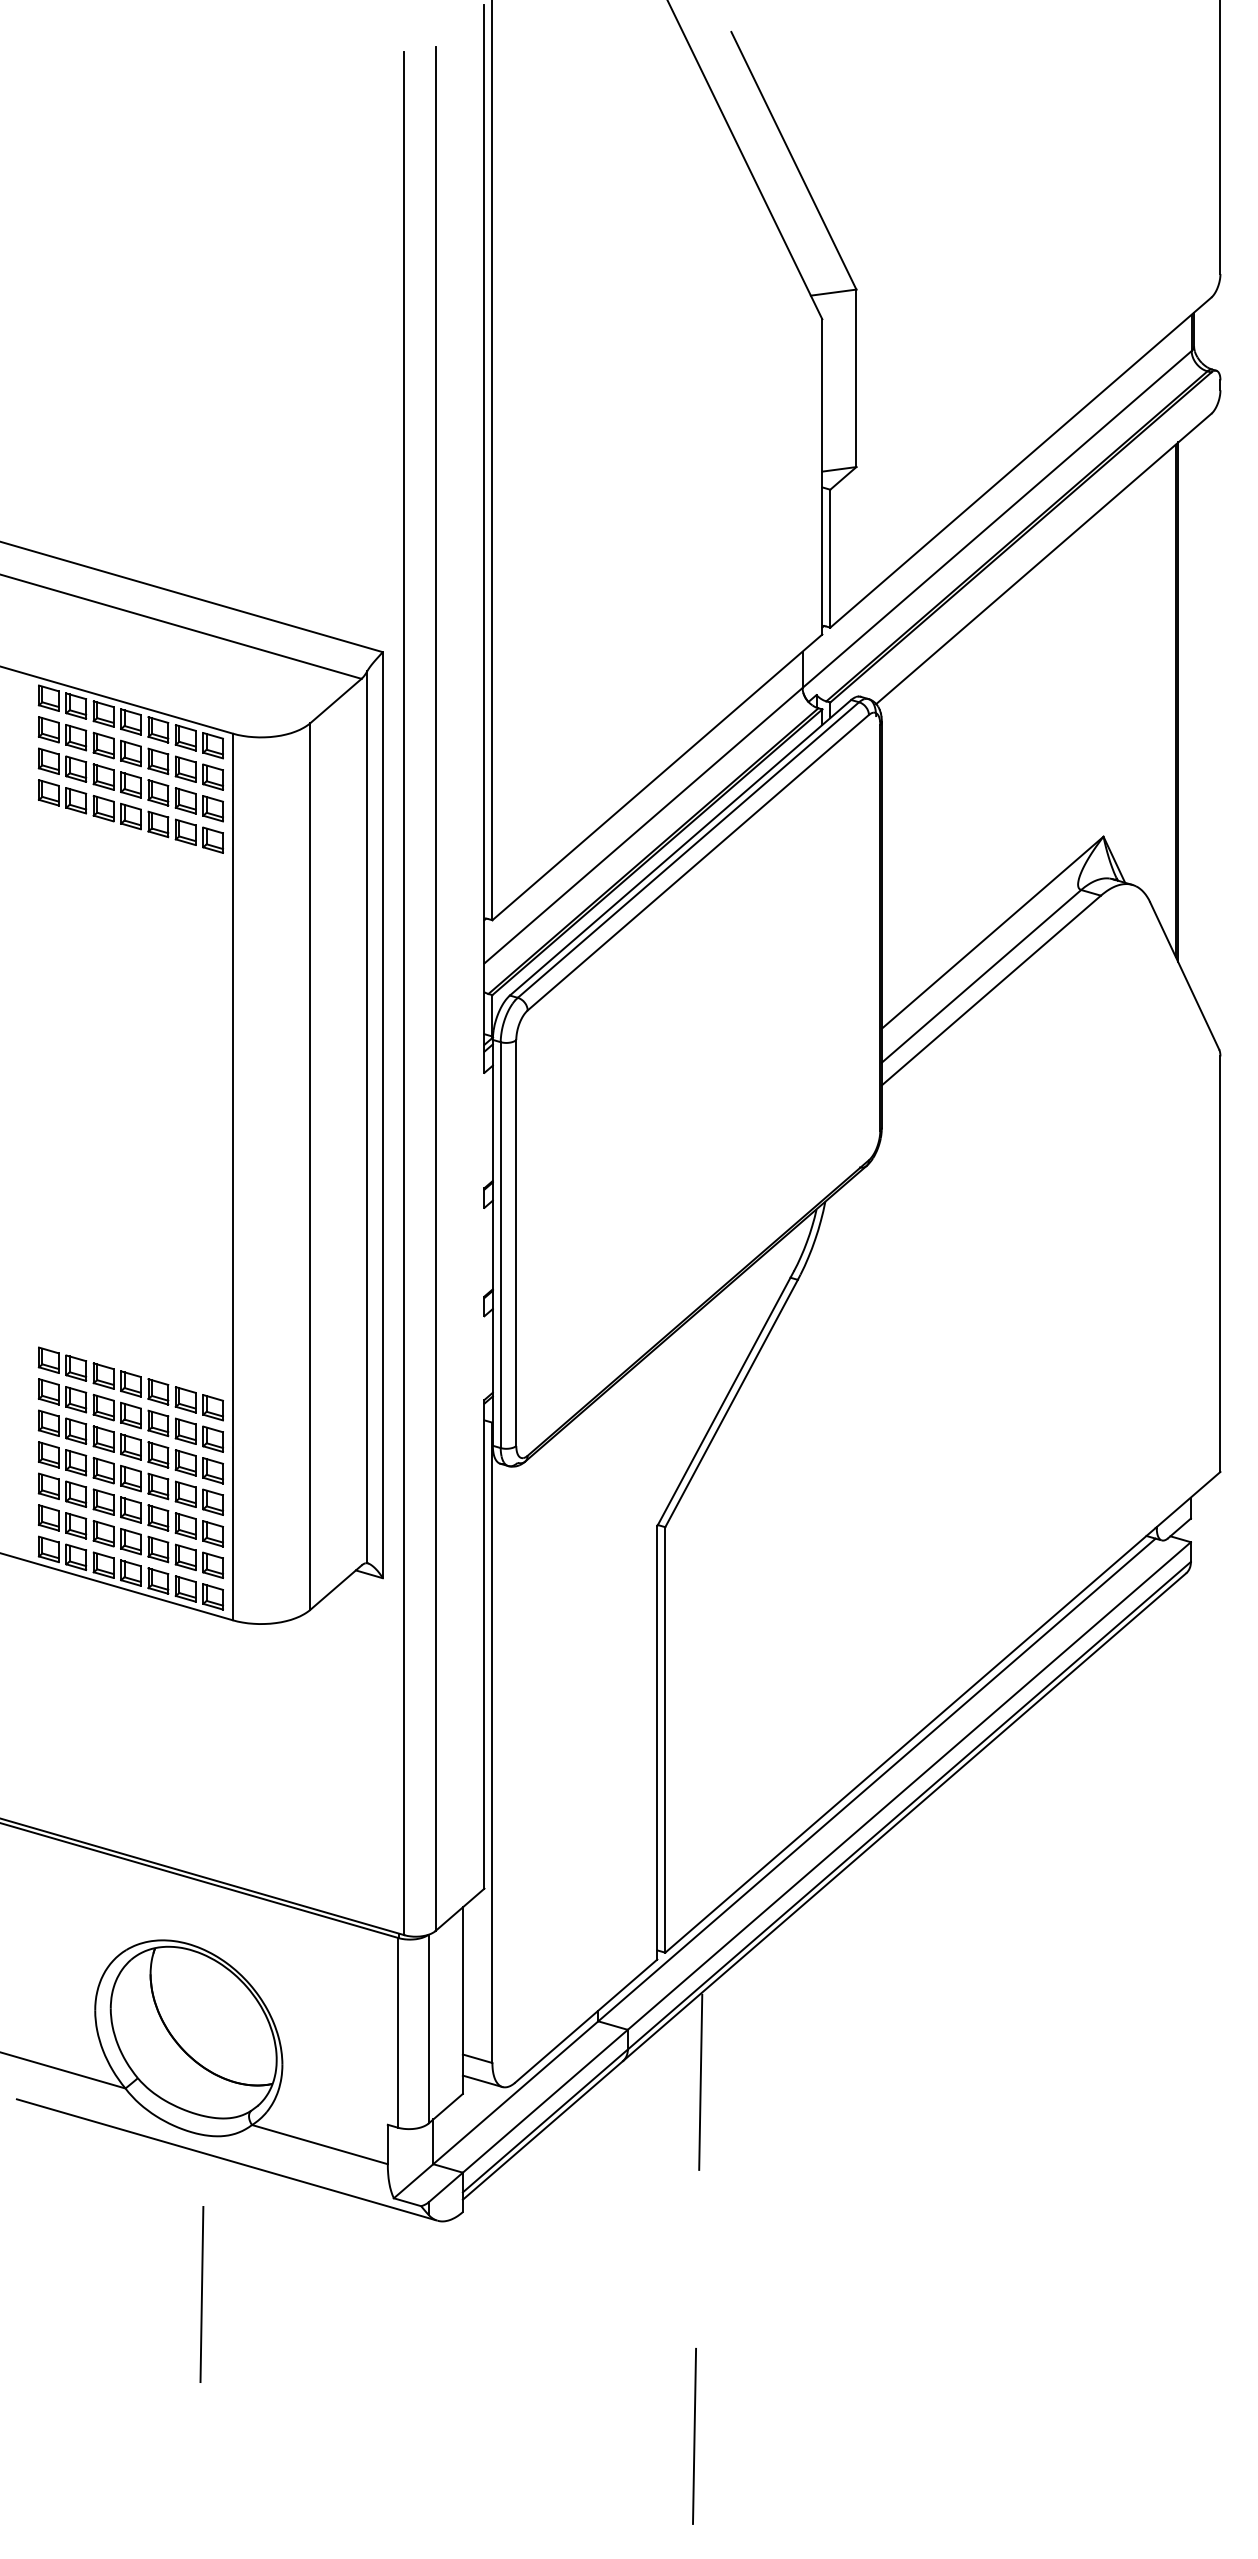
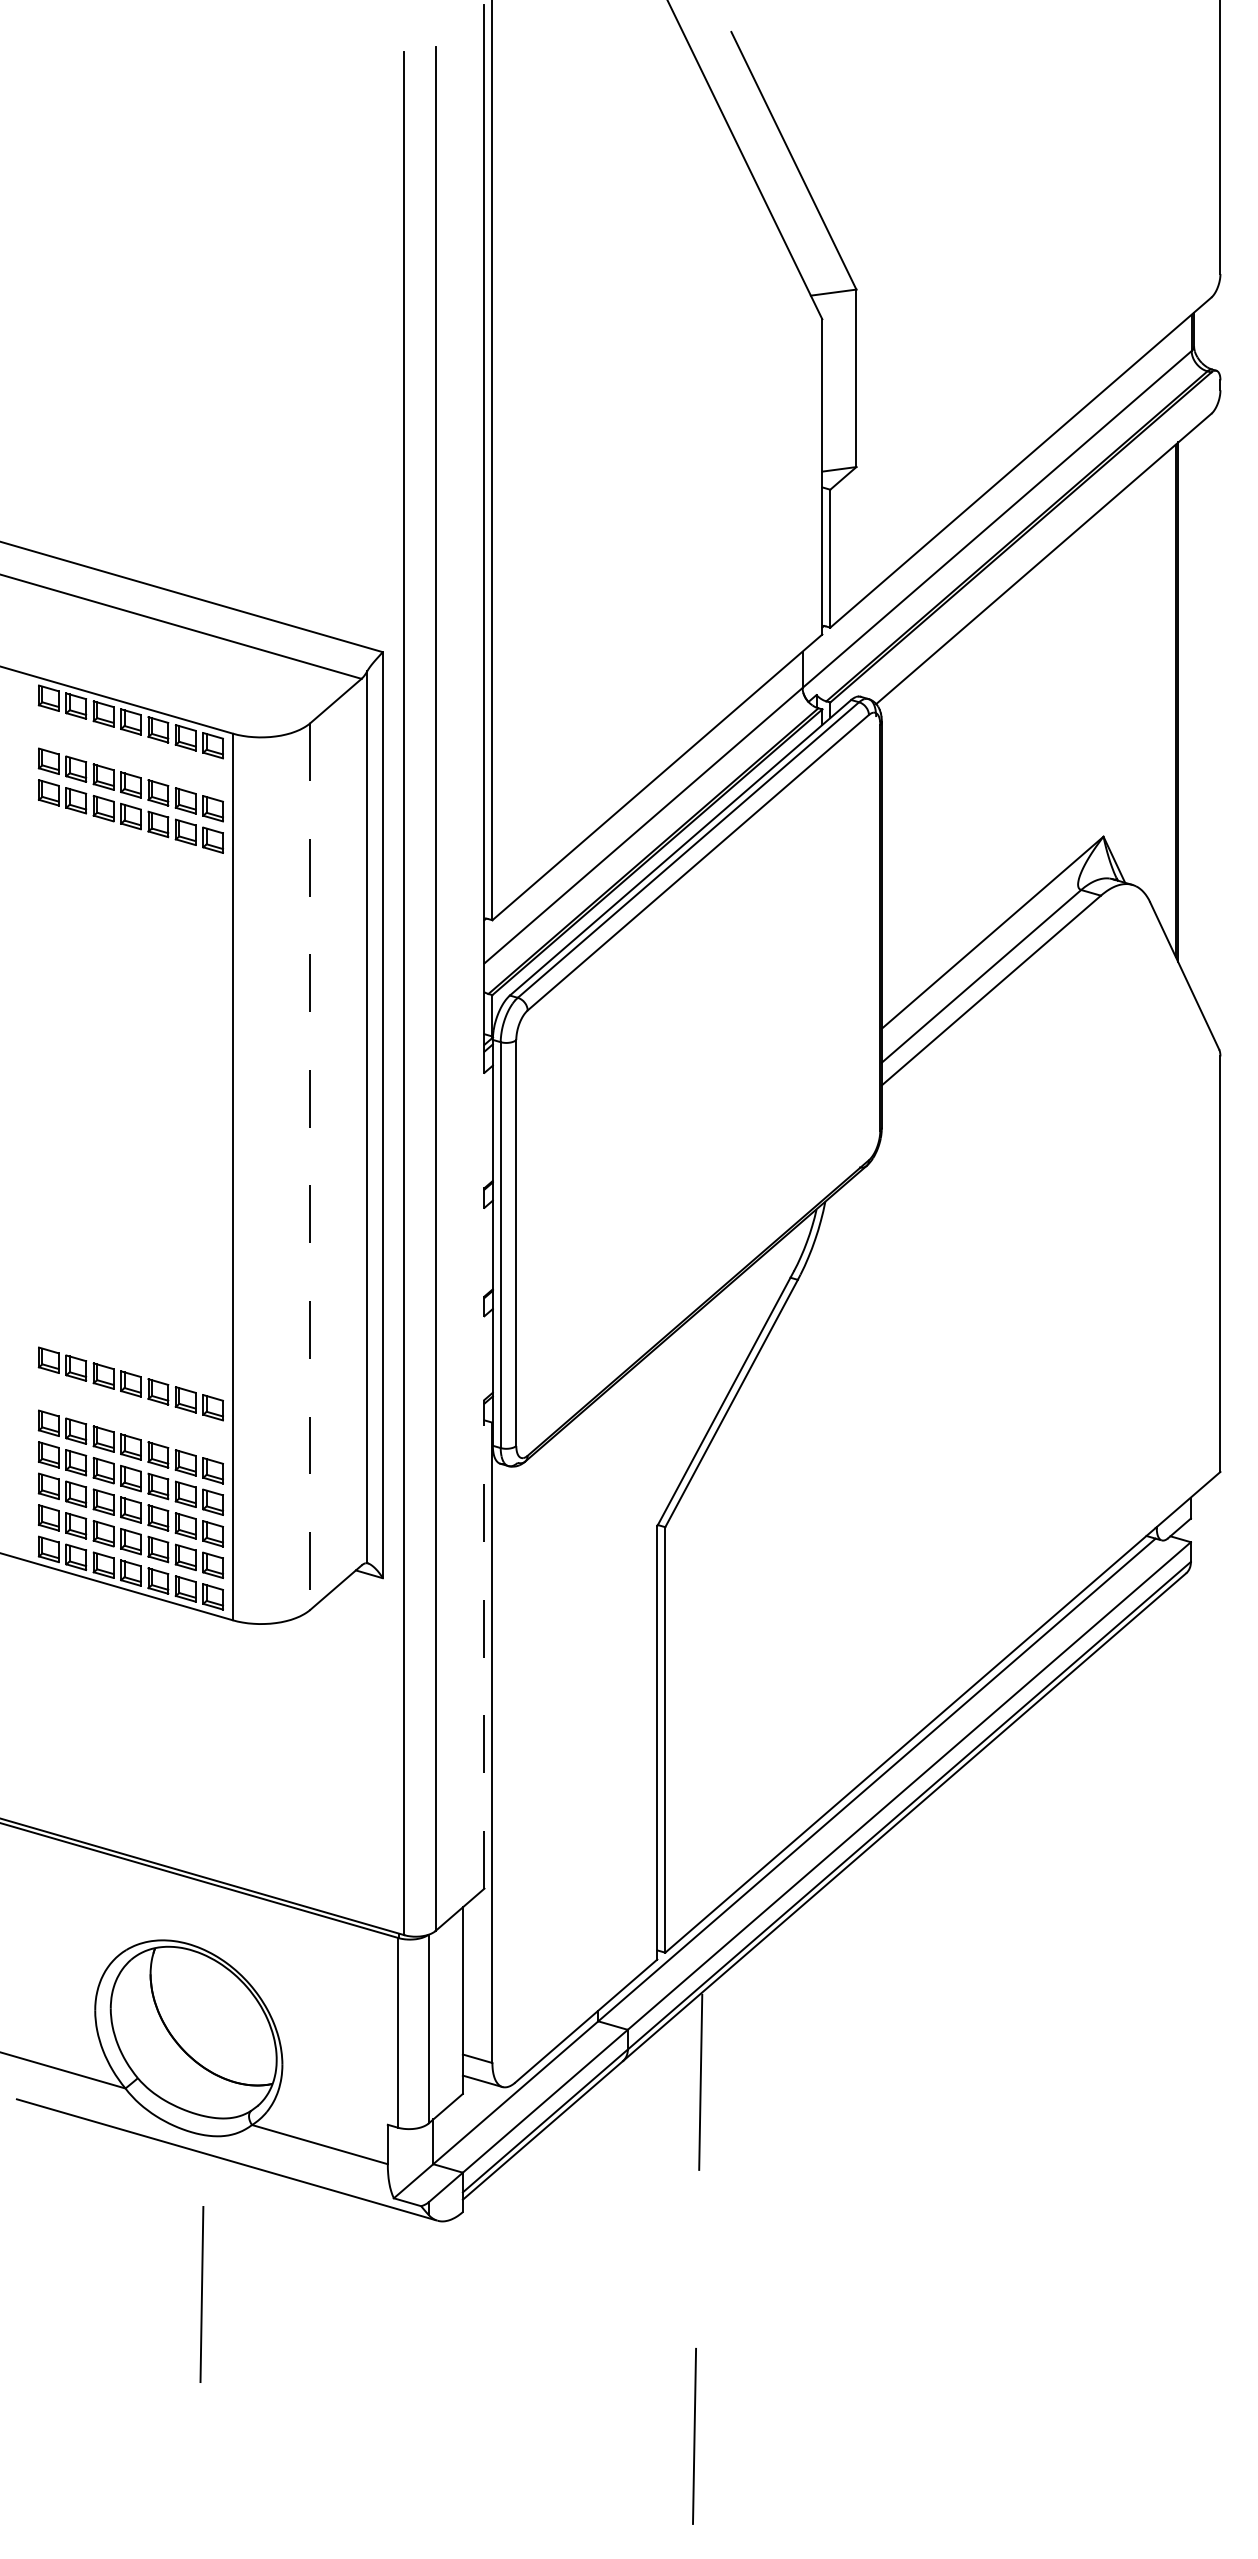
part at (130, 753): present -> none
line at (310, 1167): solid -> dashed
part at (130, 1415): present -> none
line at (484, 1643): solid -> dashed
